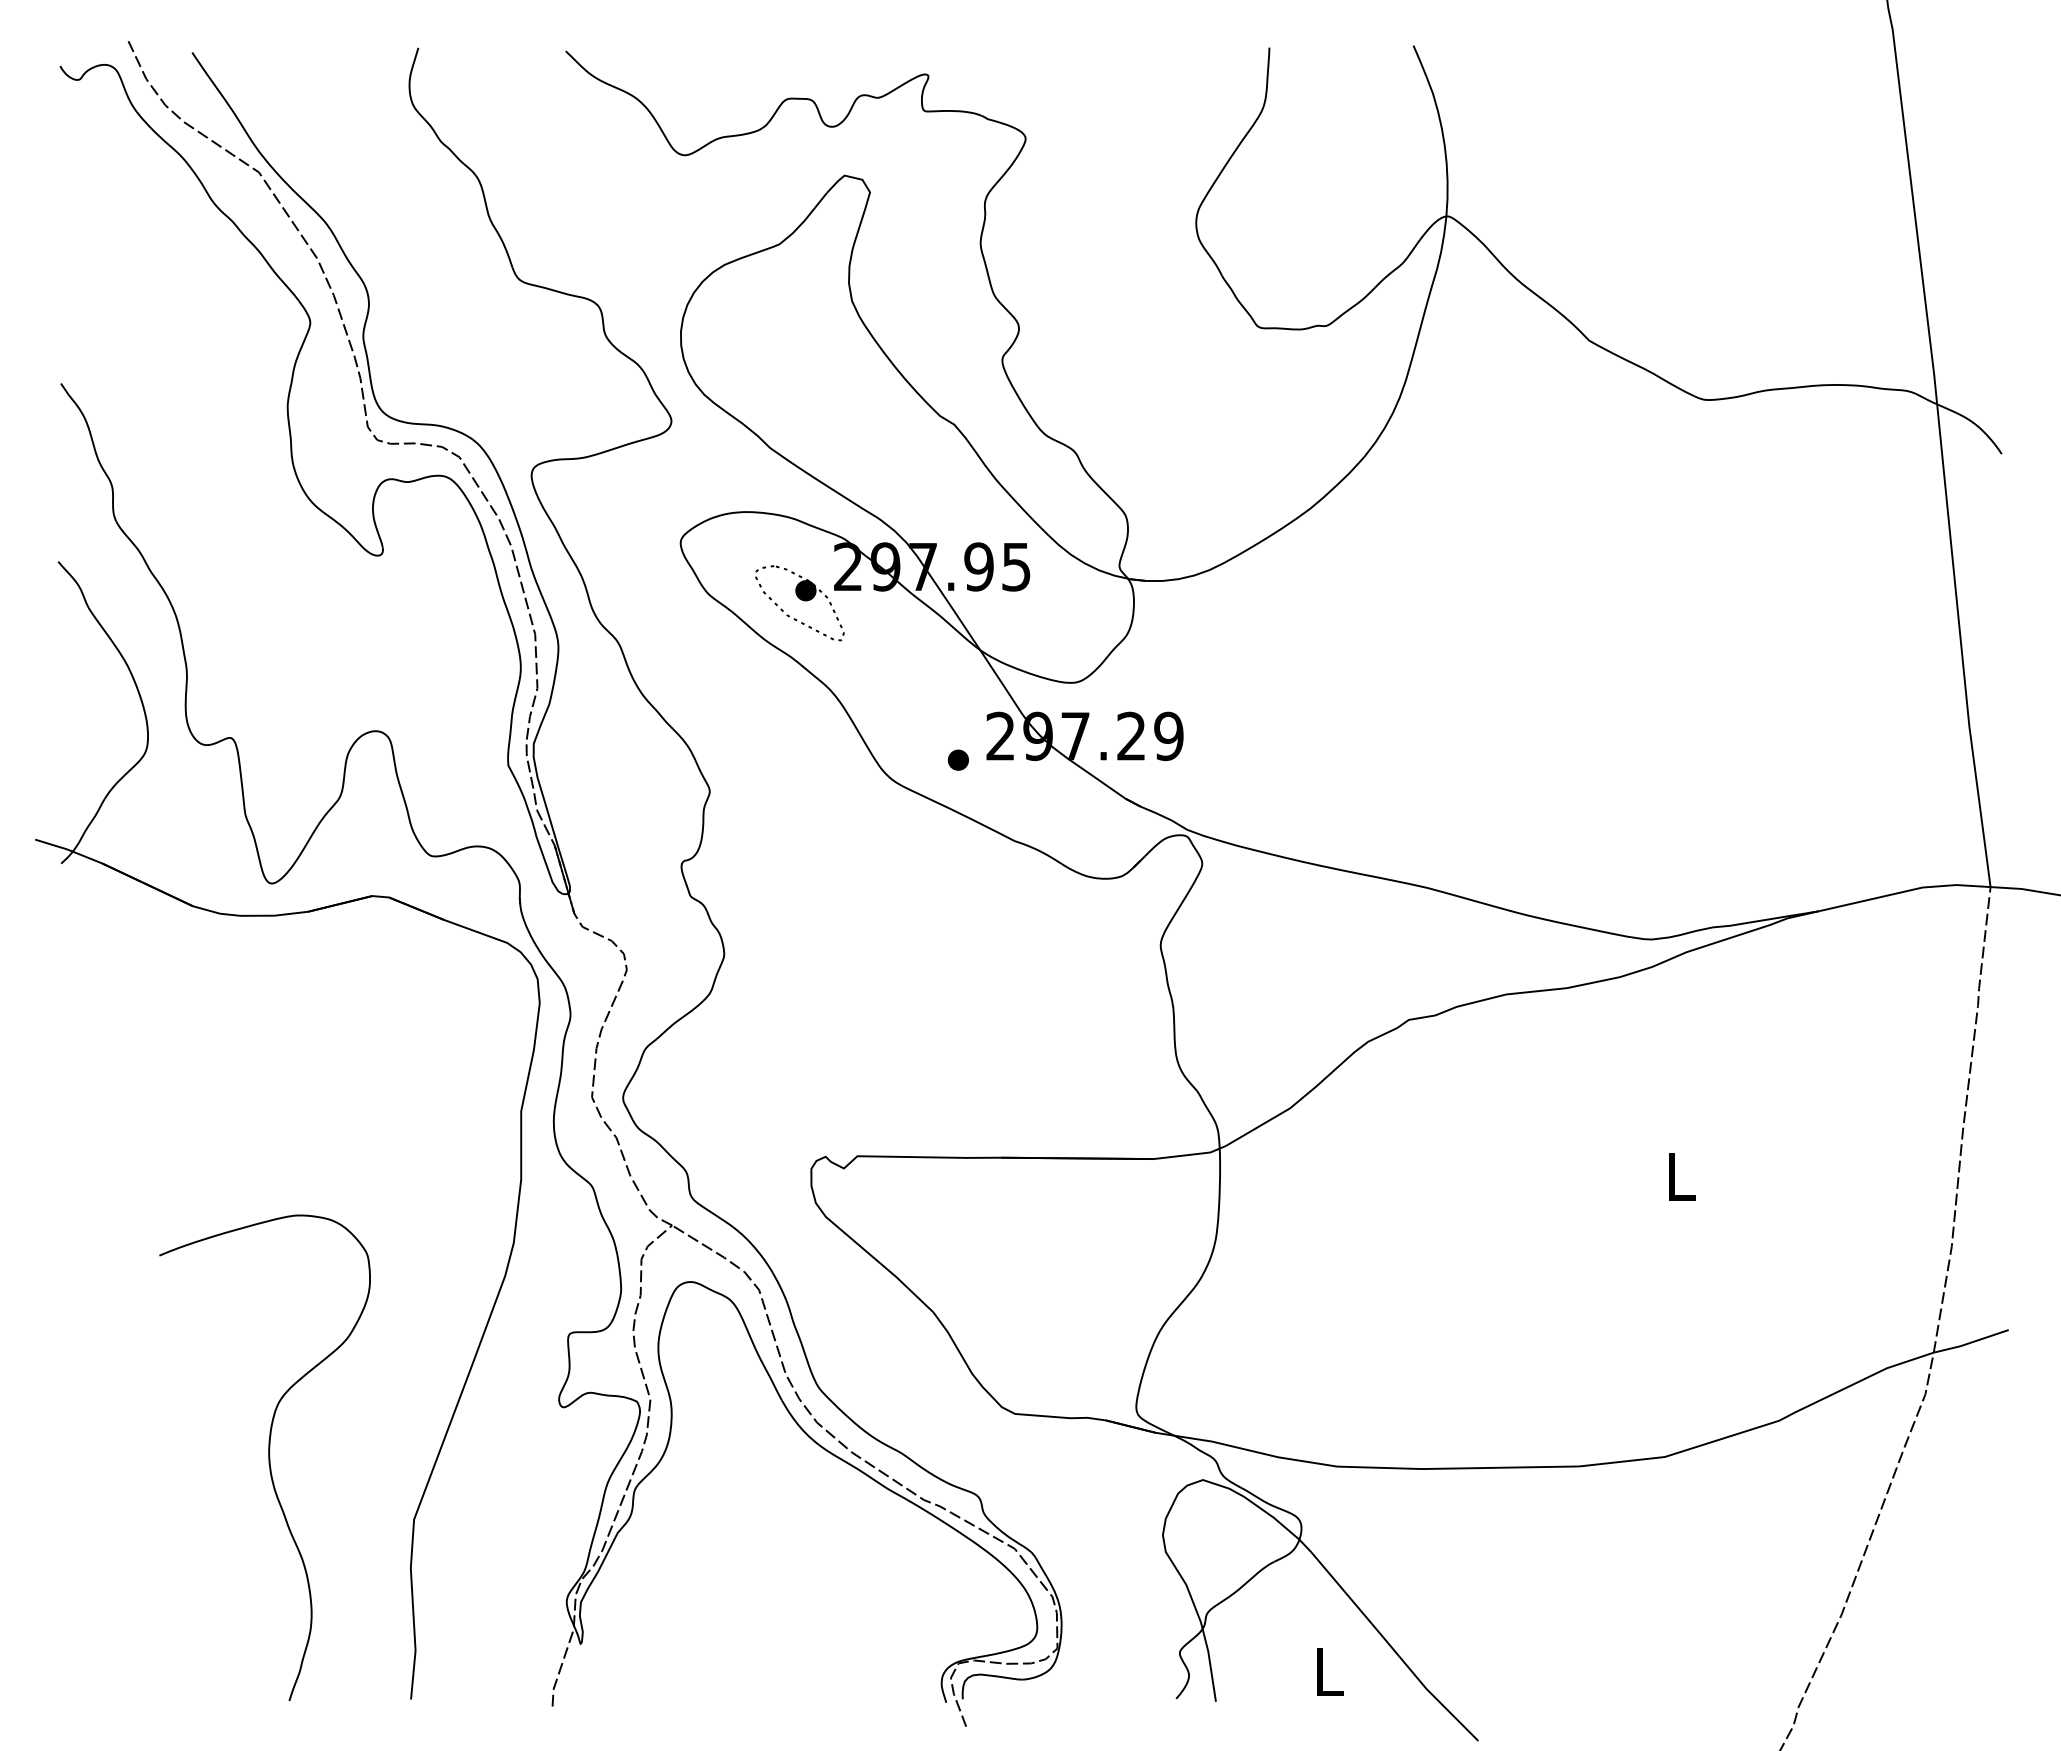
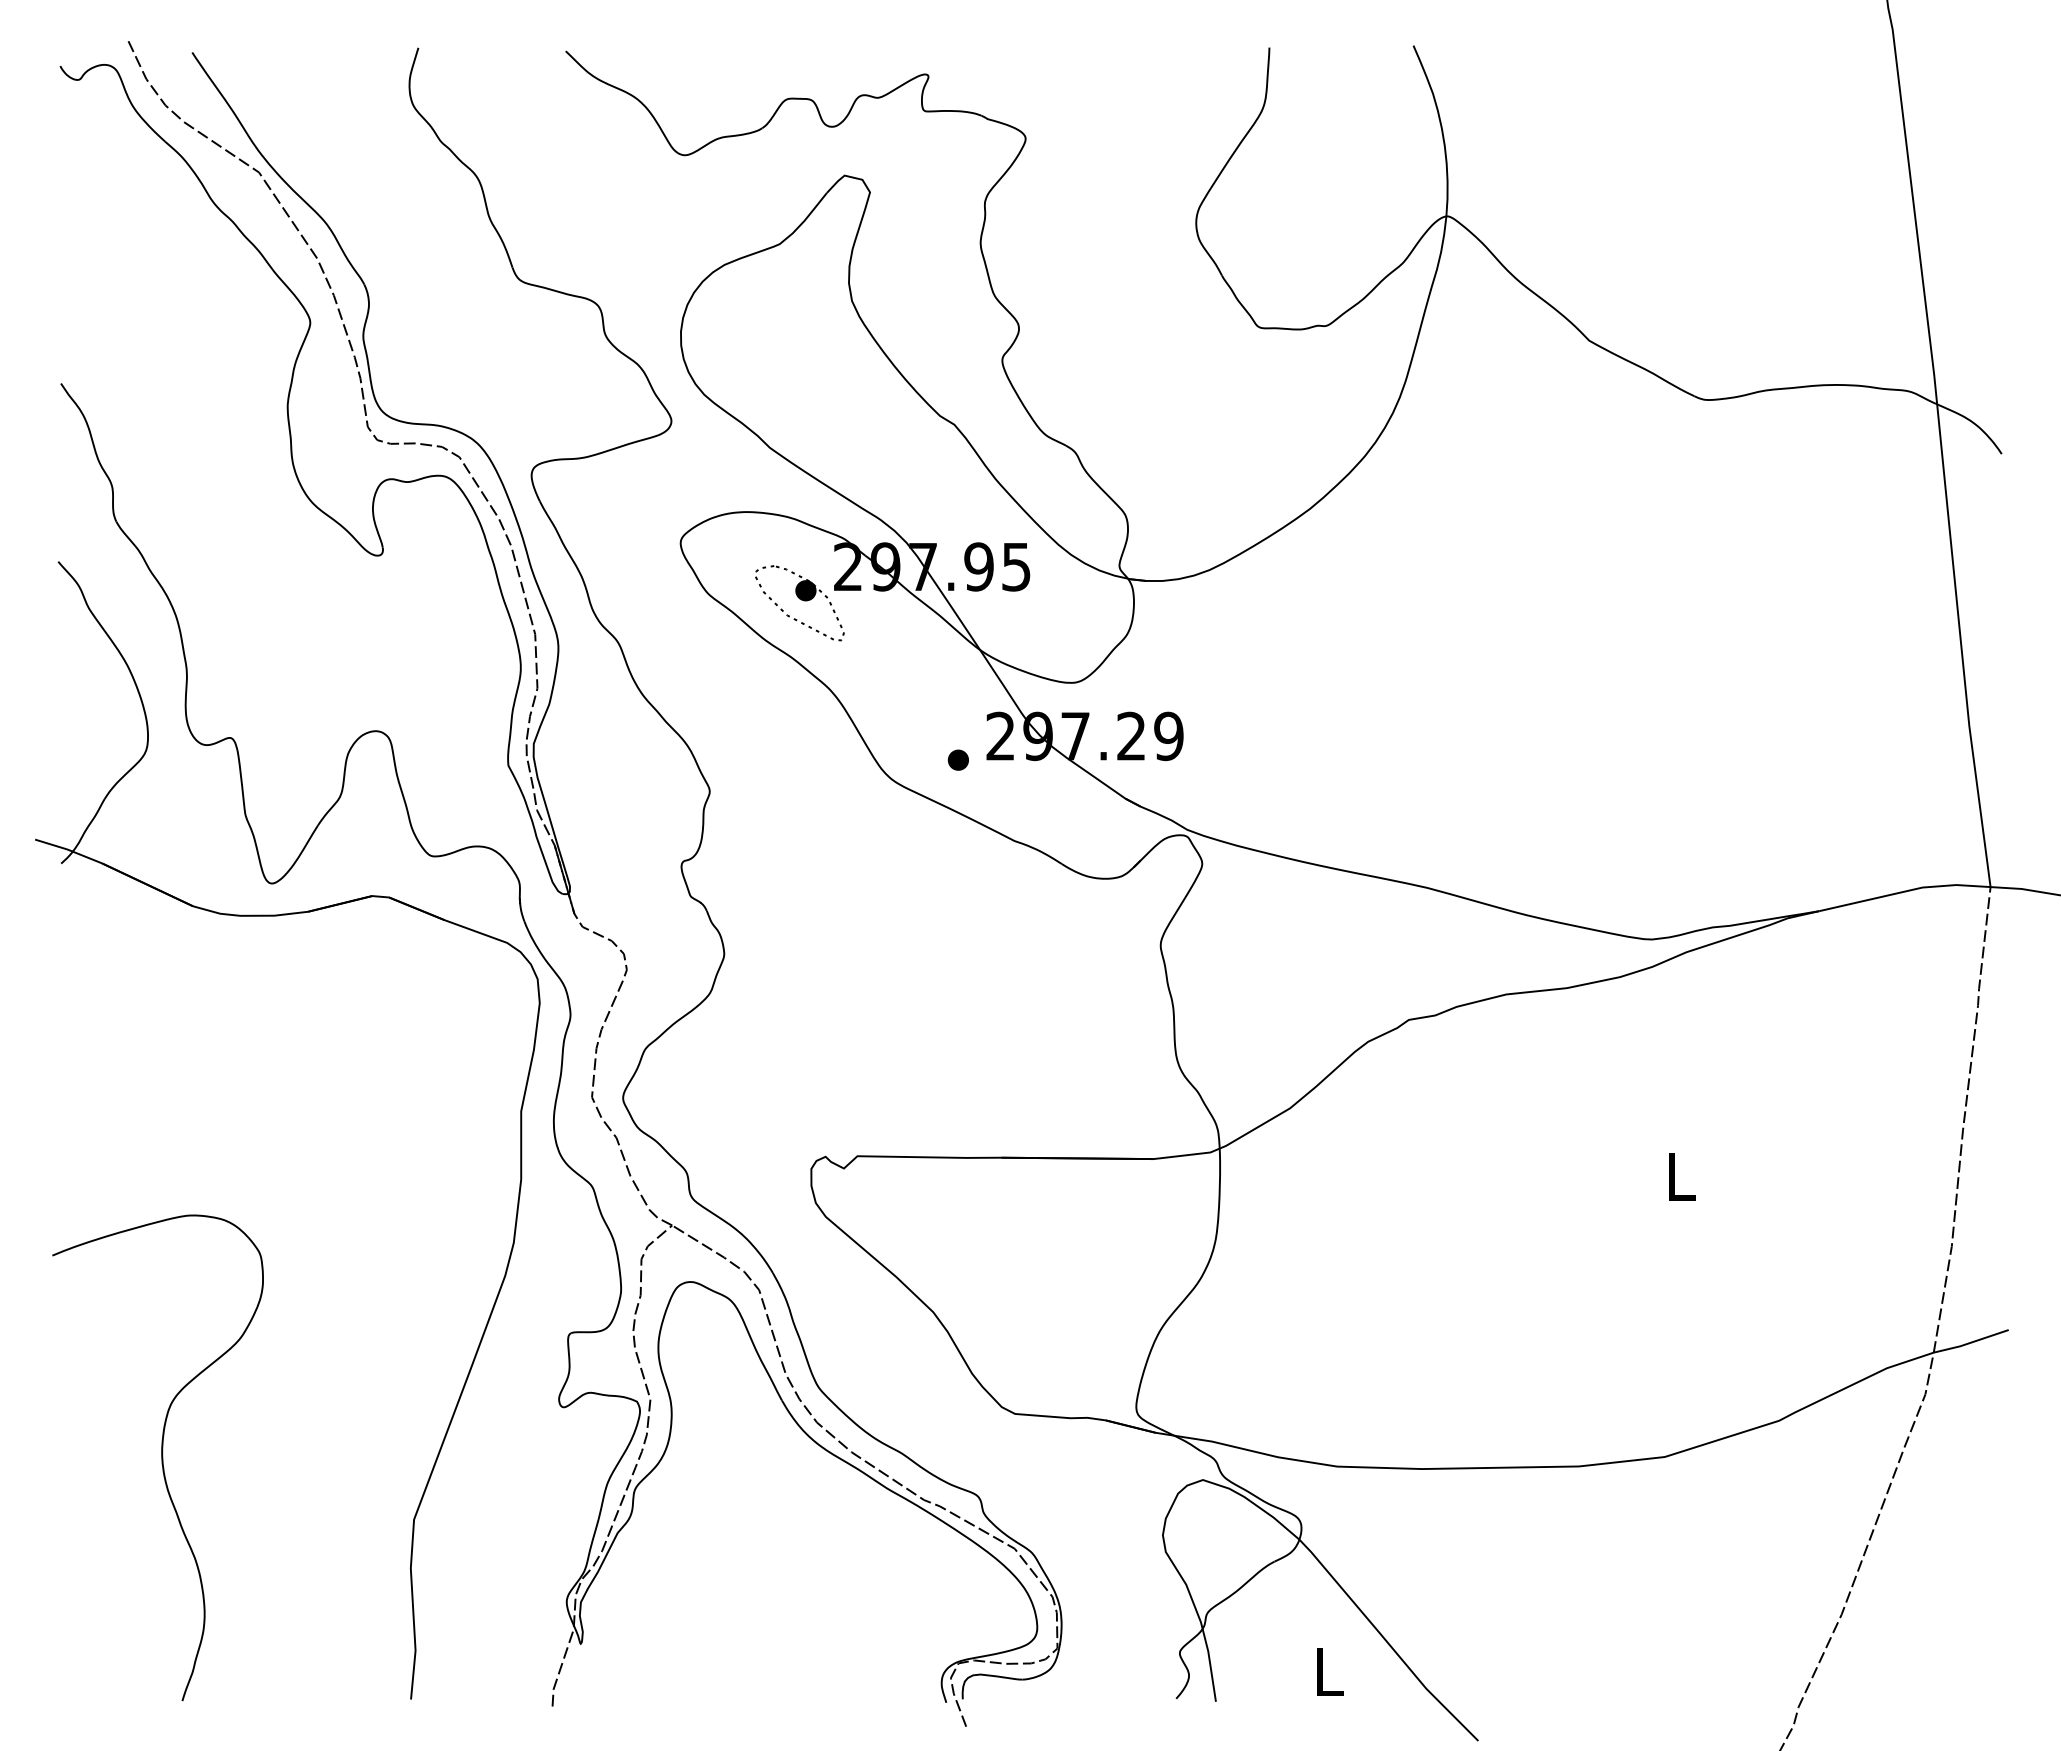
part at (264, 1457) position: (264, 1457) -> (157, 1457)
